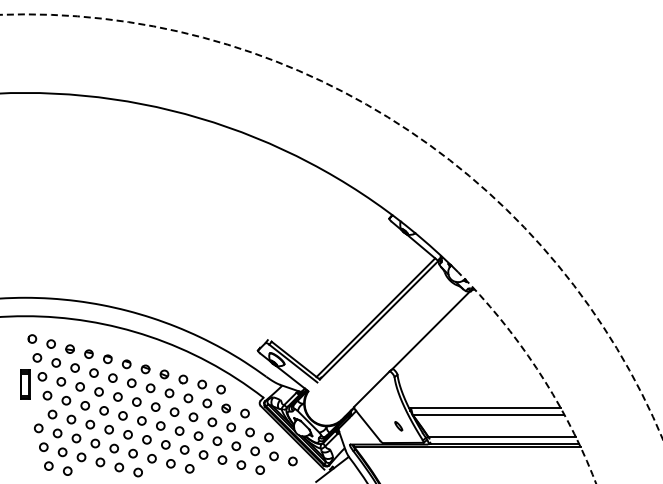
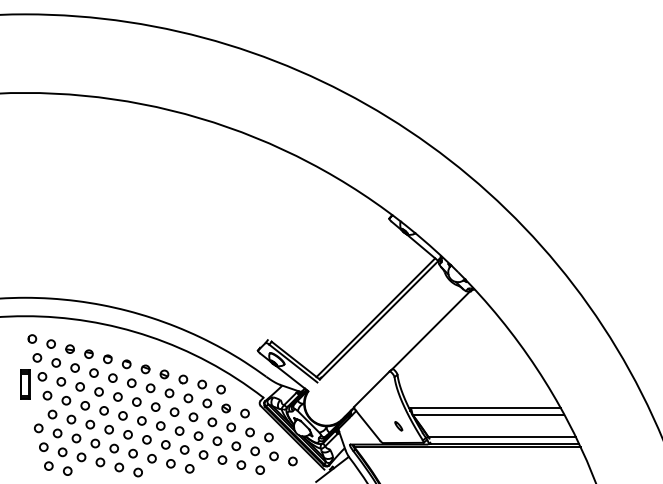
arc at (397, 123): dashed -> solid
arc at (538, 370): dashed -> solid
